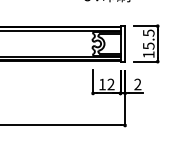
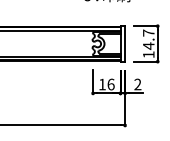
text at (148, 39): 15.5 -> 14.7
text at (110, 84): 12 -> 16
